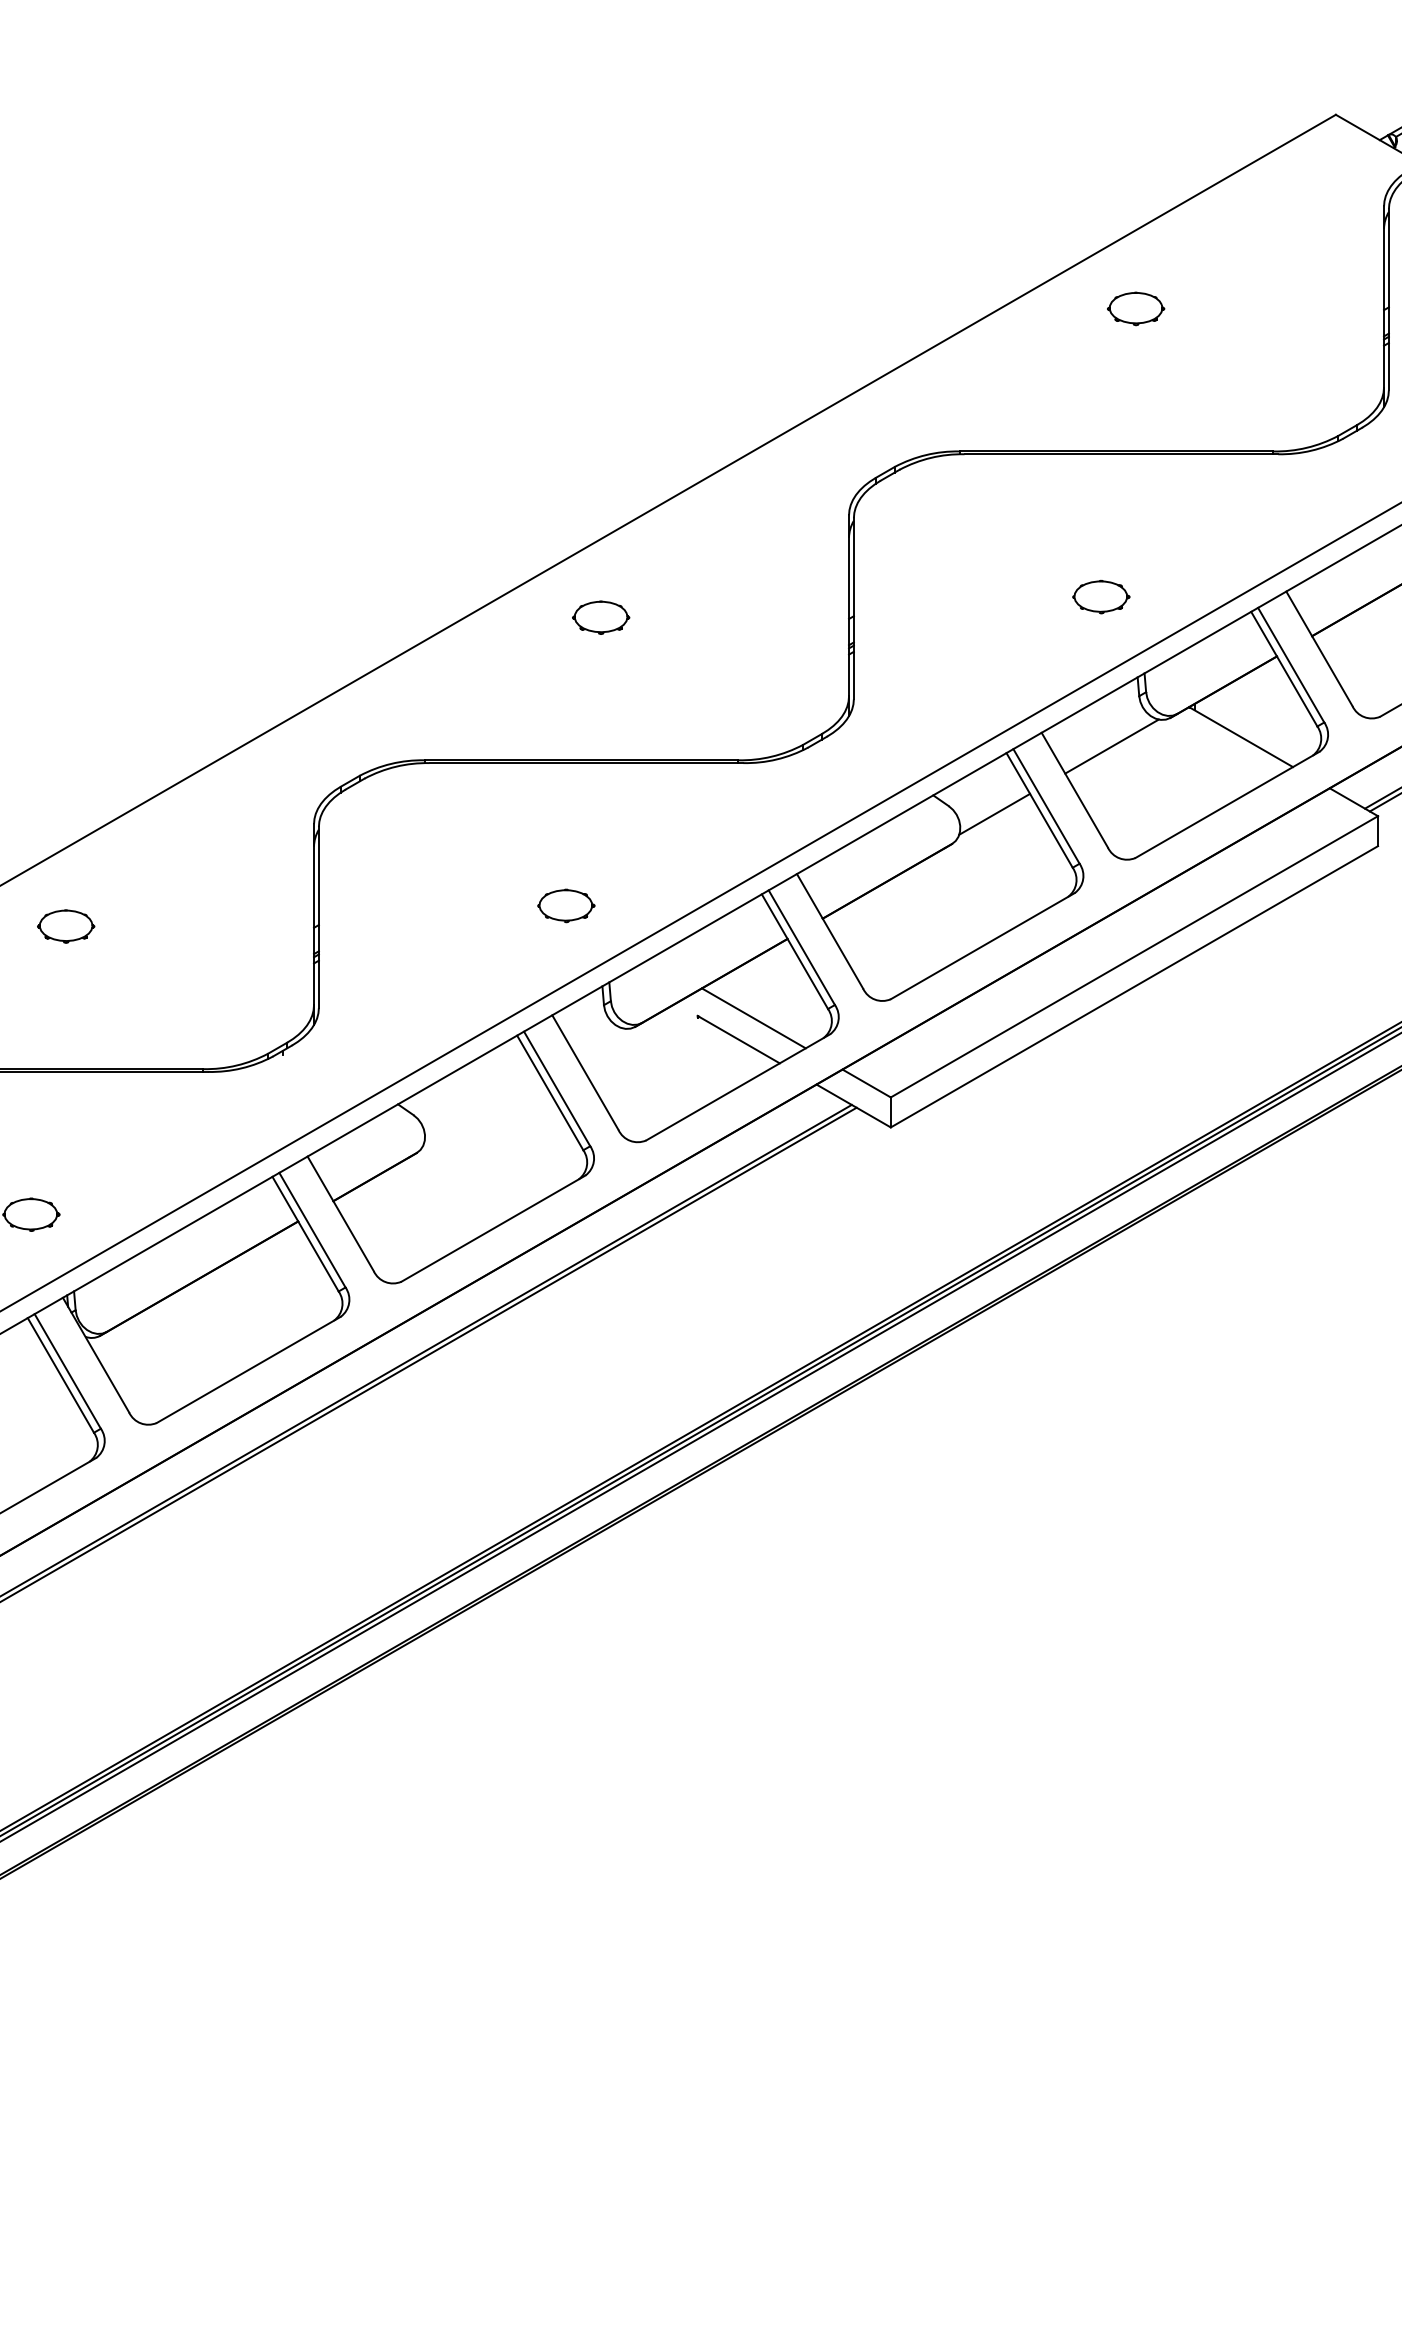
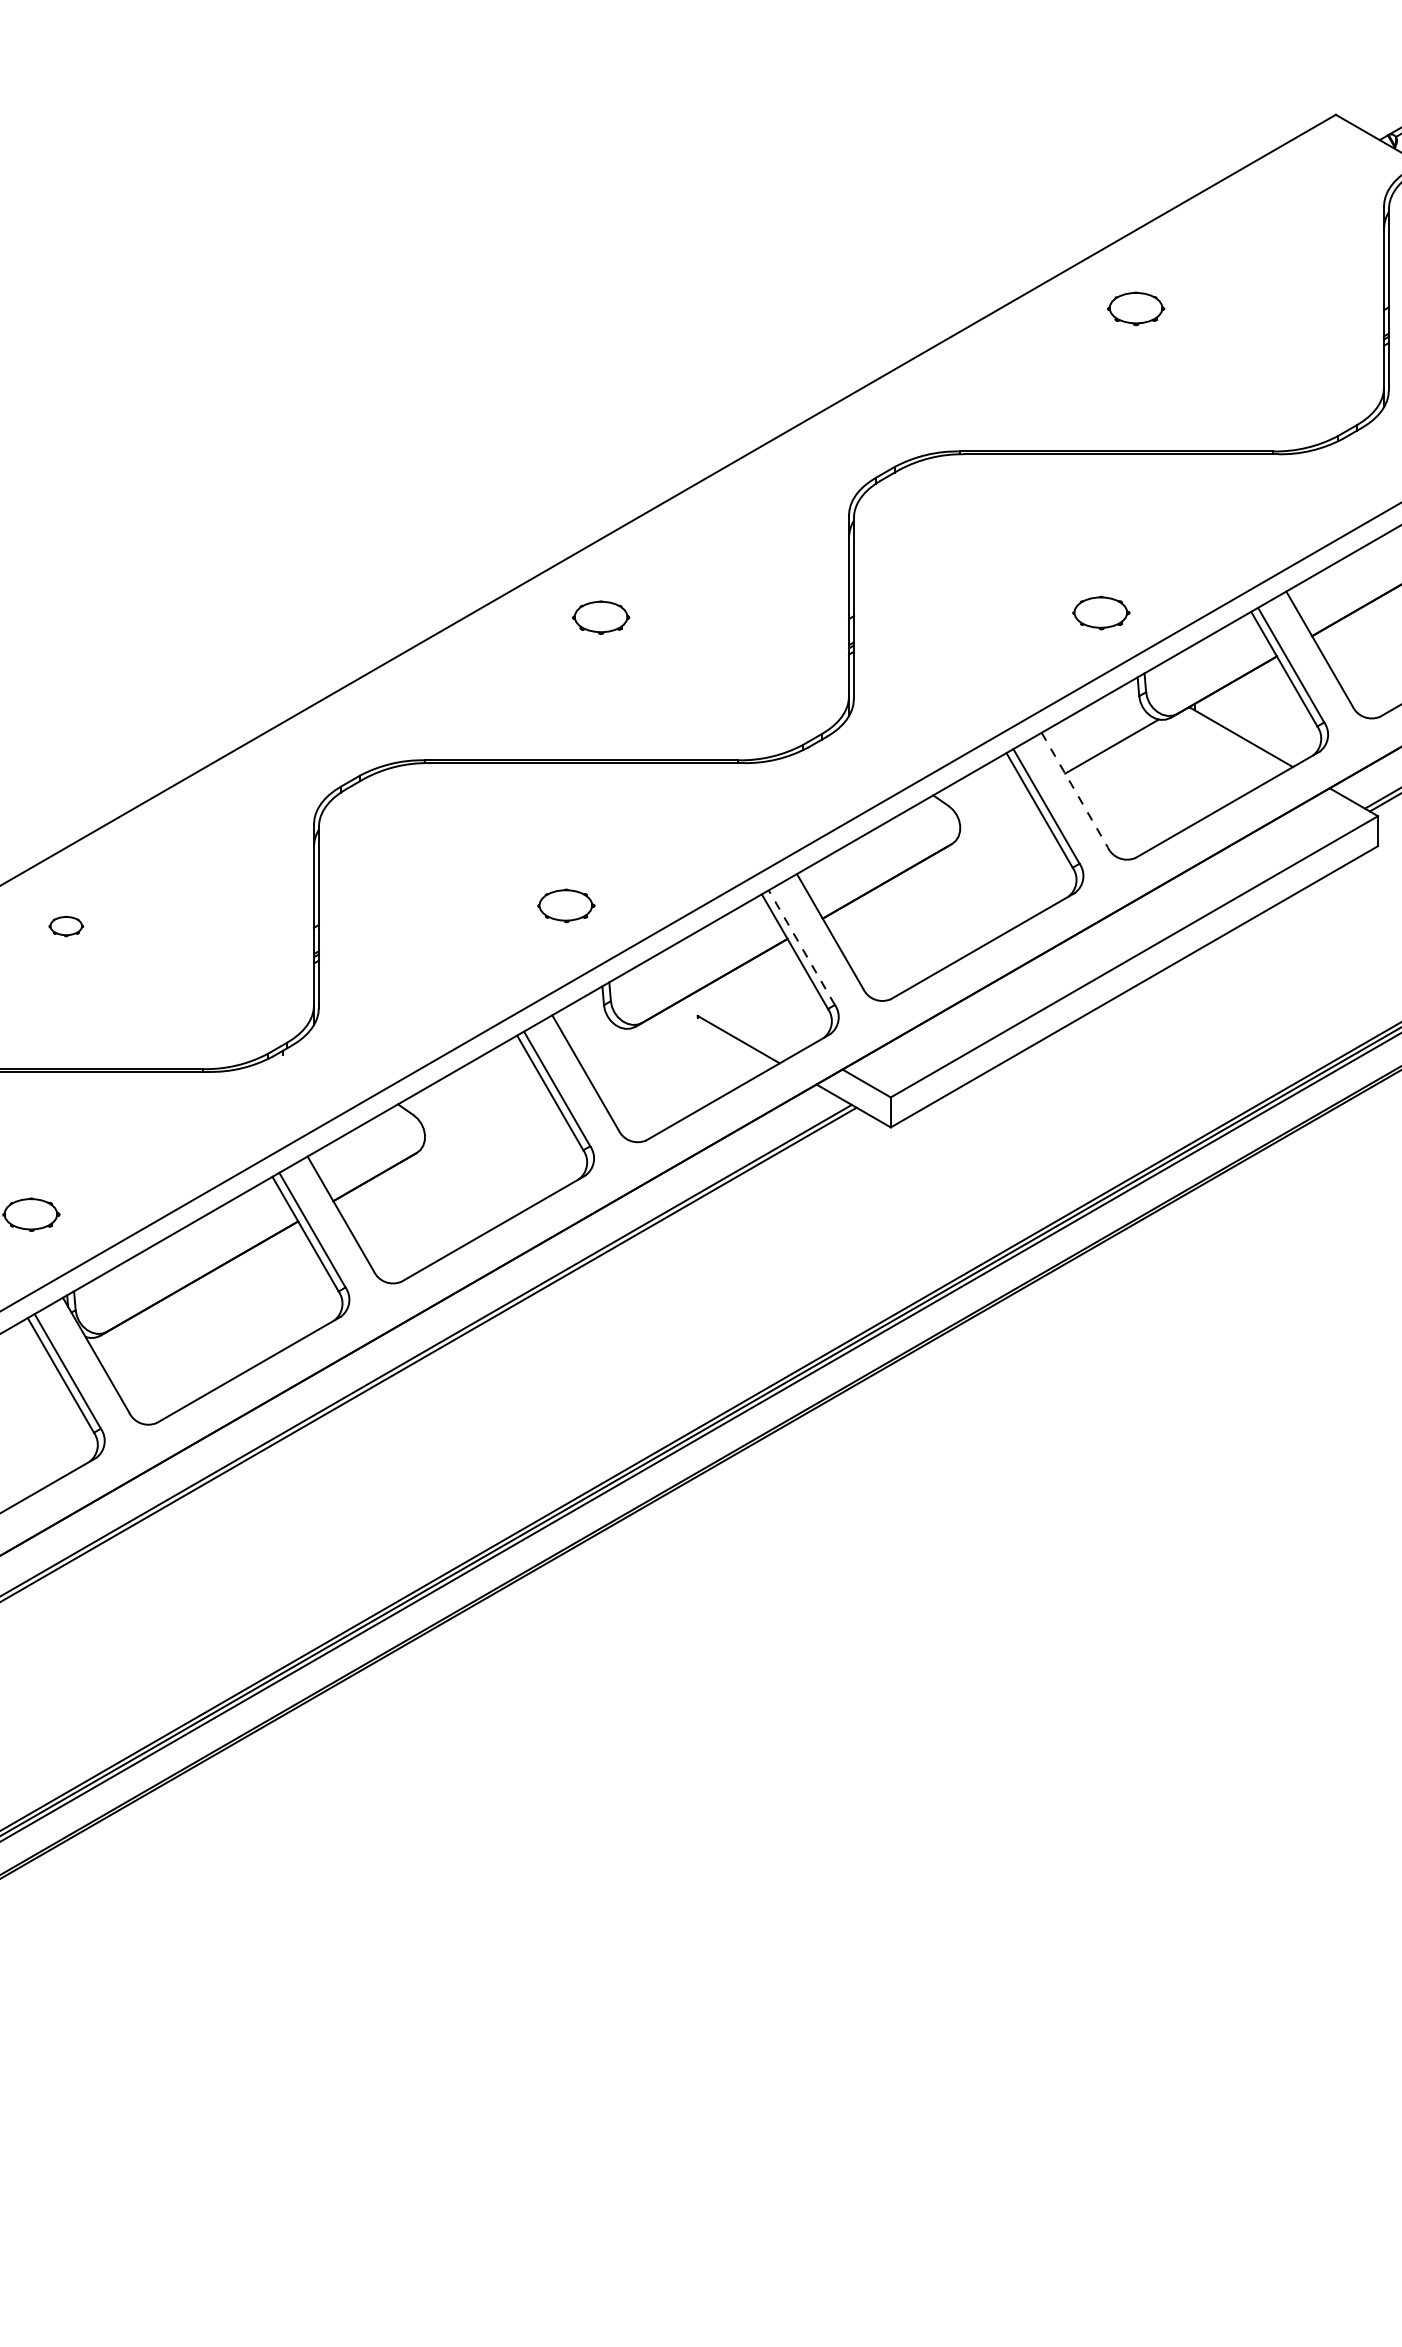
part at (1101, 596) position: (1101, 596) -> (1101, 612)
line at (1075, 790): solid -> dashed
line at (994, 813): present -> none
part at (66, 926) size: 59x35 px -> 37x23 px
line at (801, 947): solid -> dashed
line at (753, 1018): present -> none
